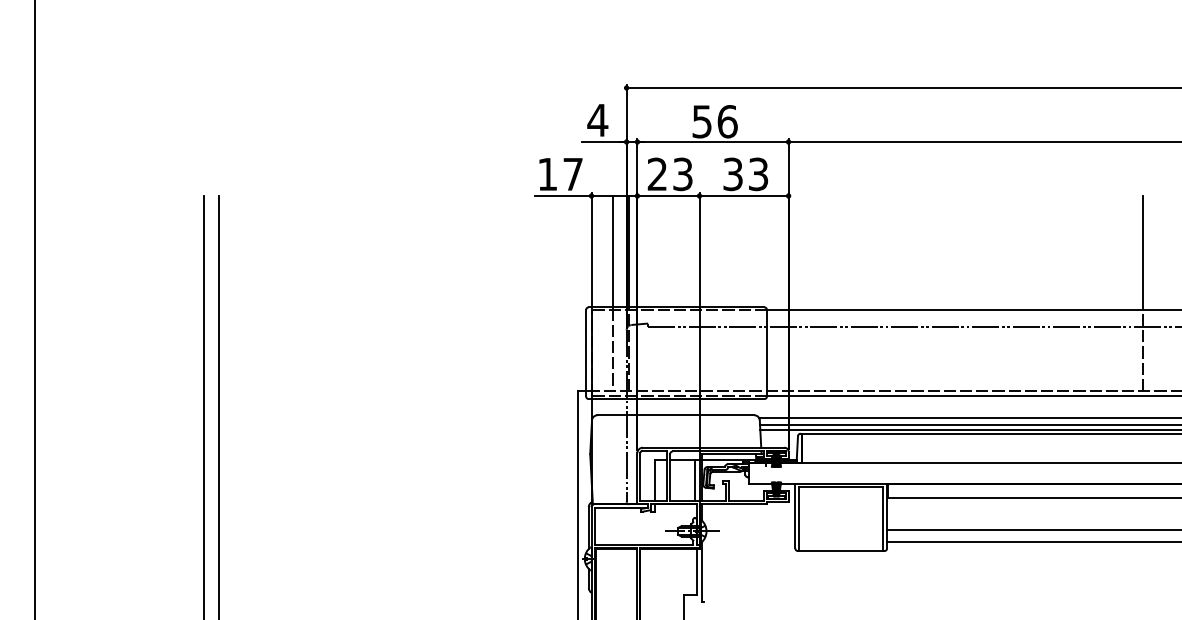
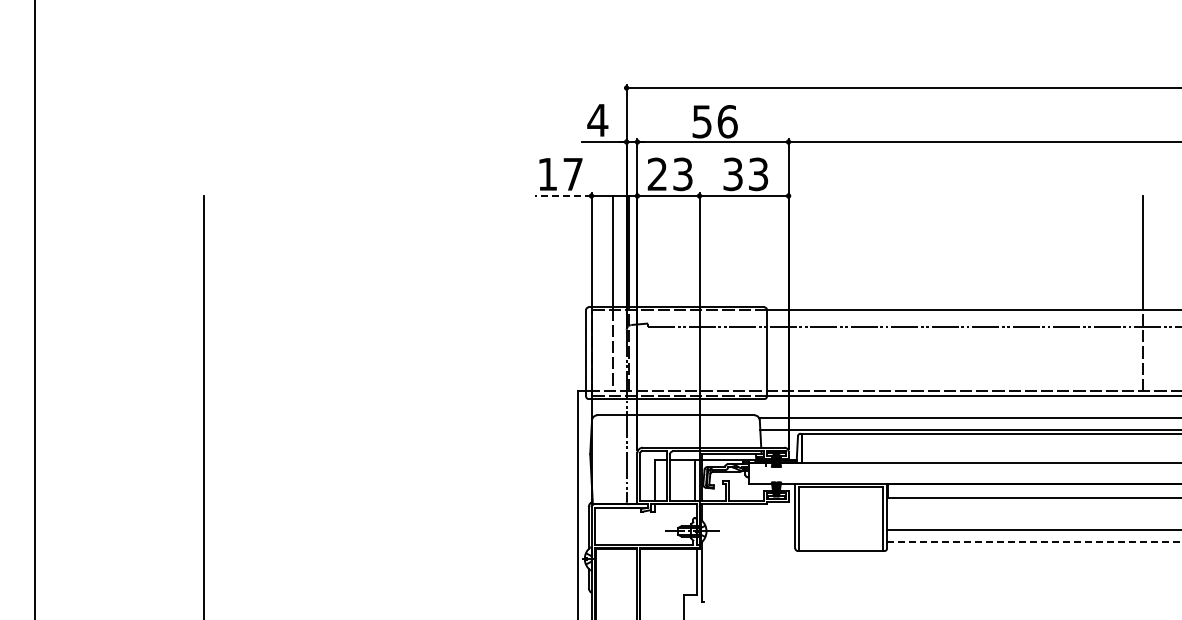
line at (562, 195): solid -> dashed
line at (219, 405): present -> none
line at (969, 424): present -> none
line at (1035, 542): solid -> dashed
